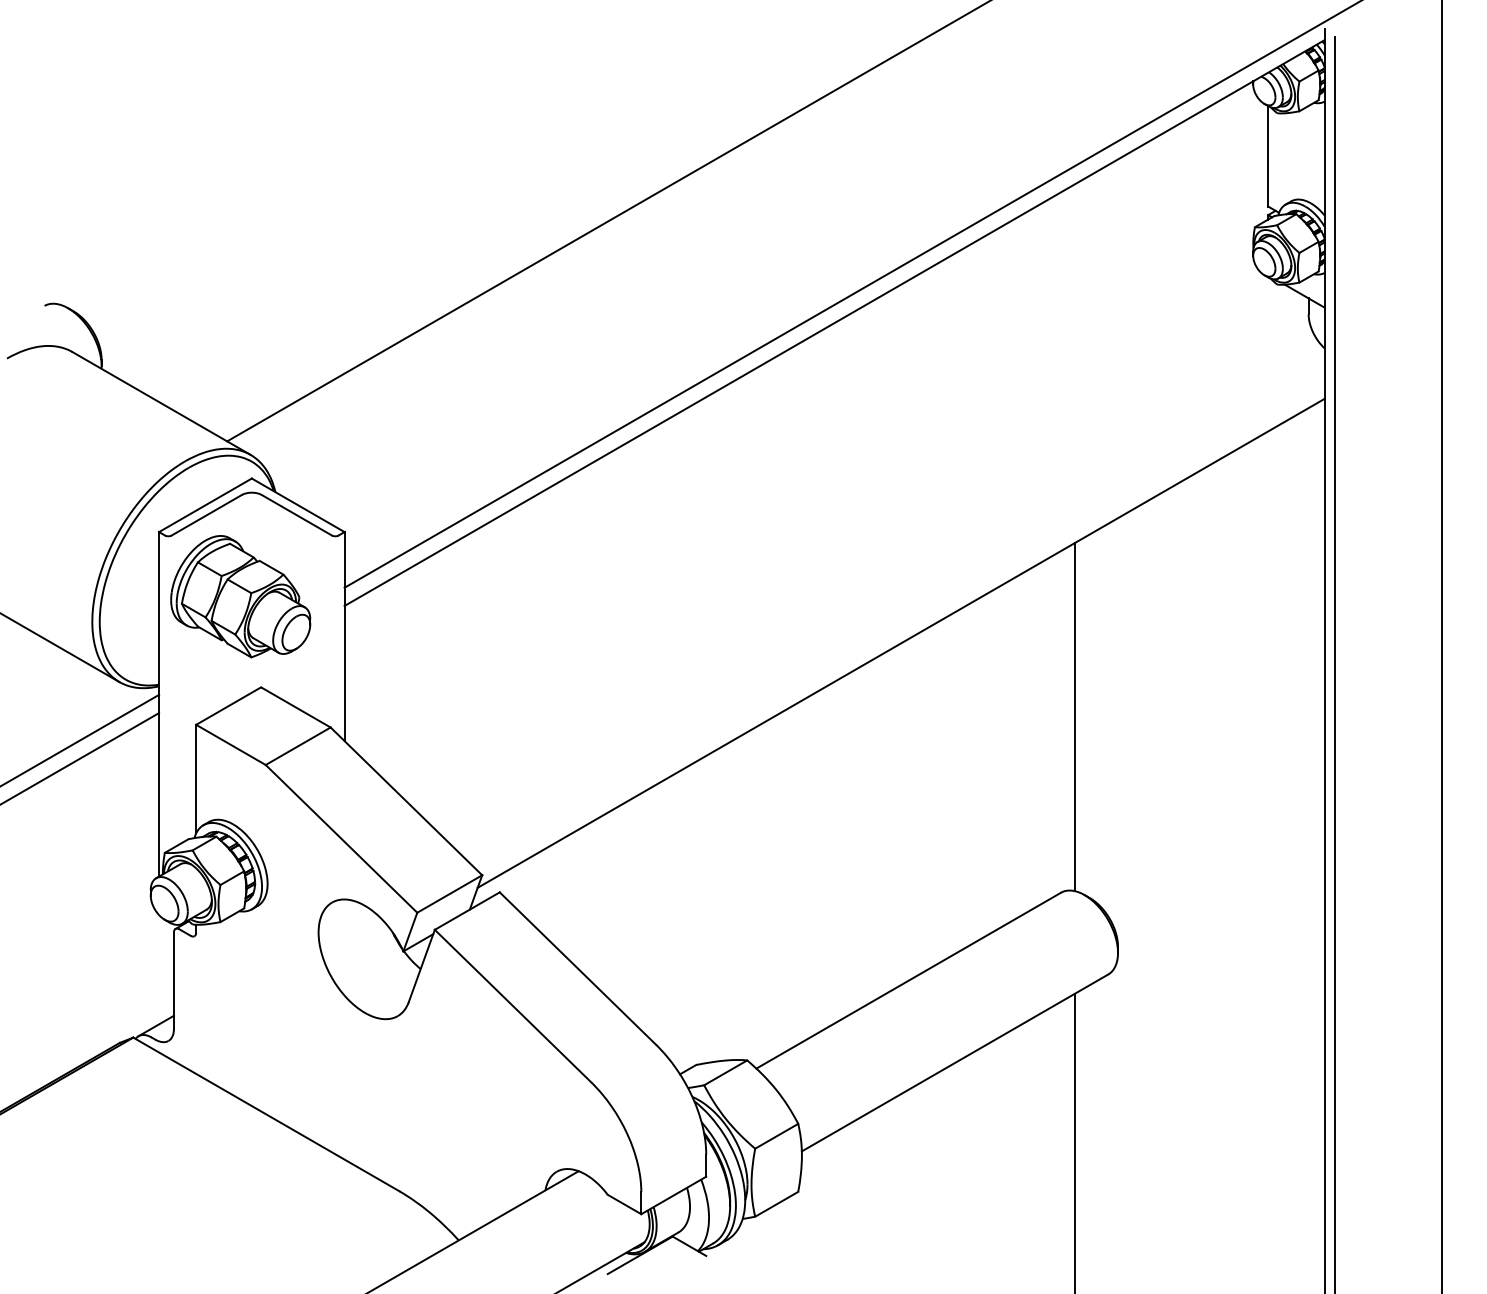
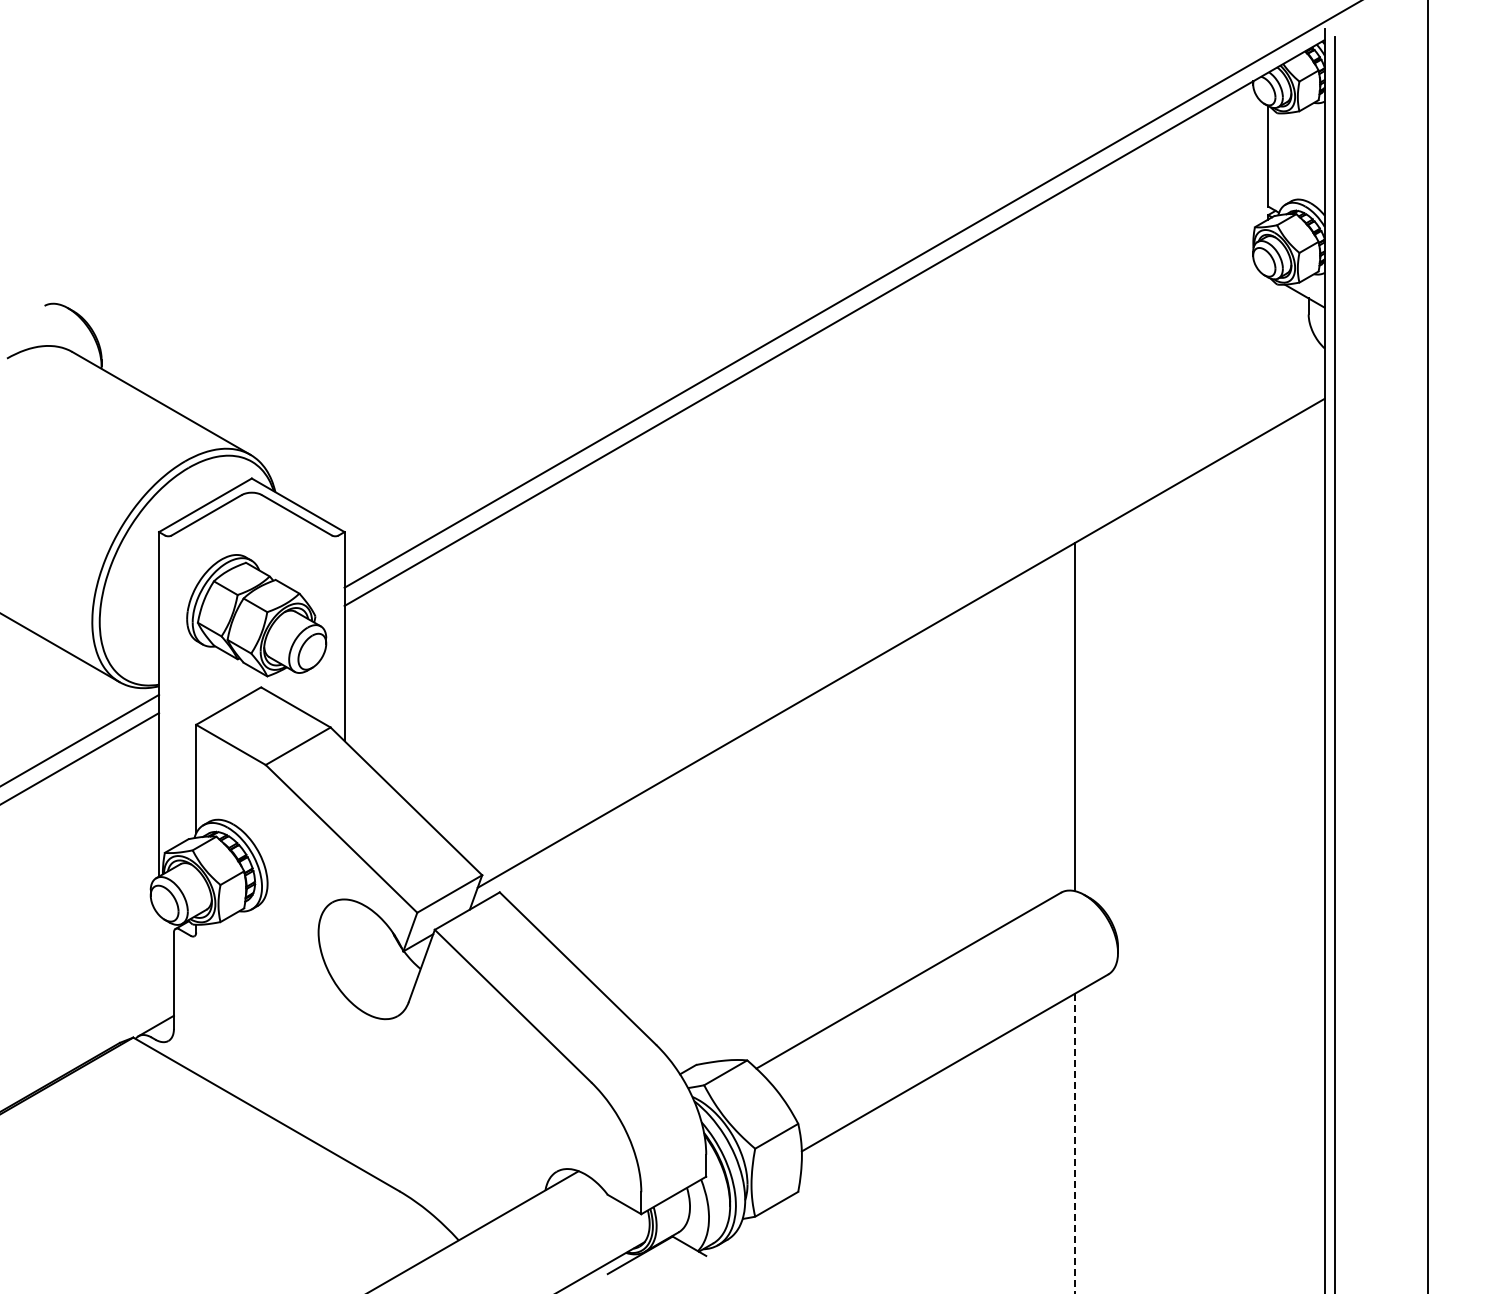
line at (607, 221): present -> none
part at (240, 596) position: (240, 596) -> (256, 615)
line at (1442, 646) position: (1442, 646) -> (1428, 646)
line at (1075, 1143): solid -> dashed
